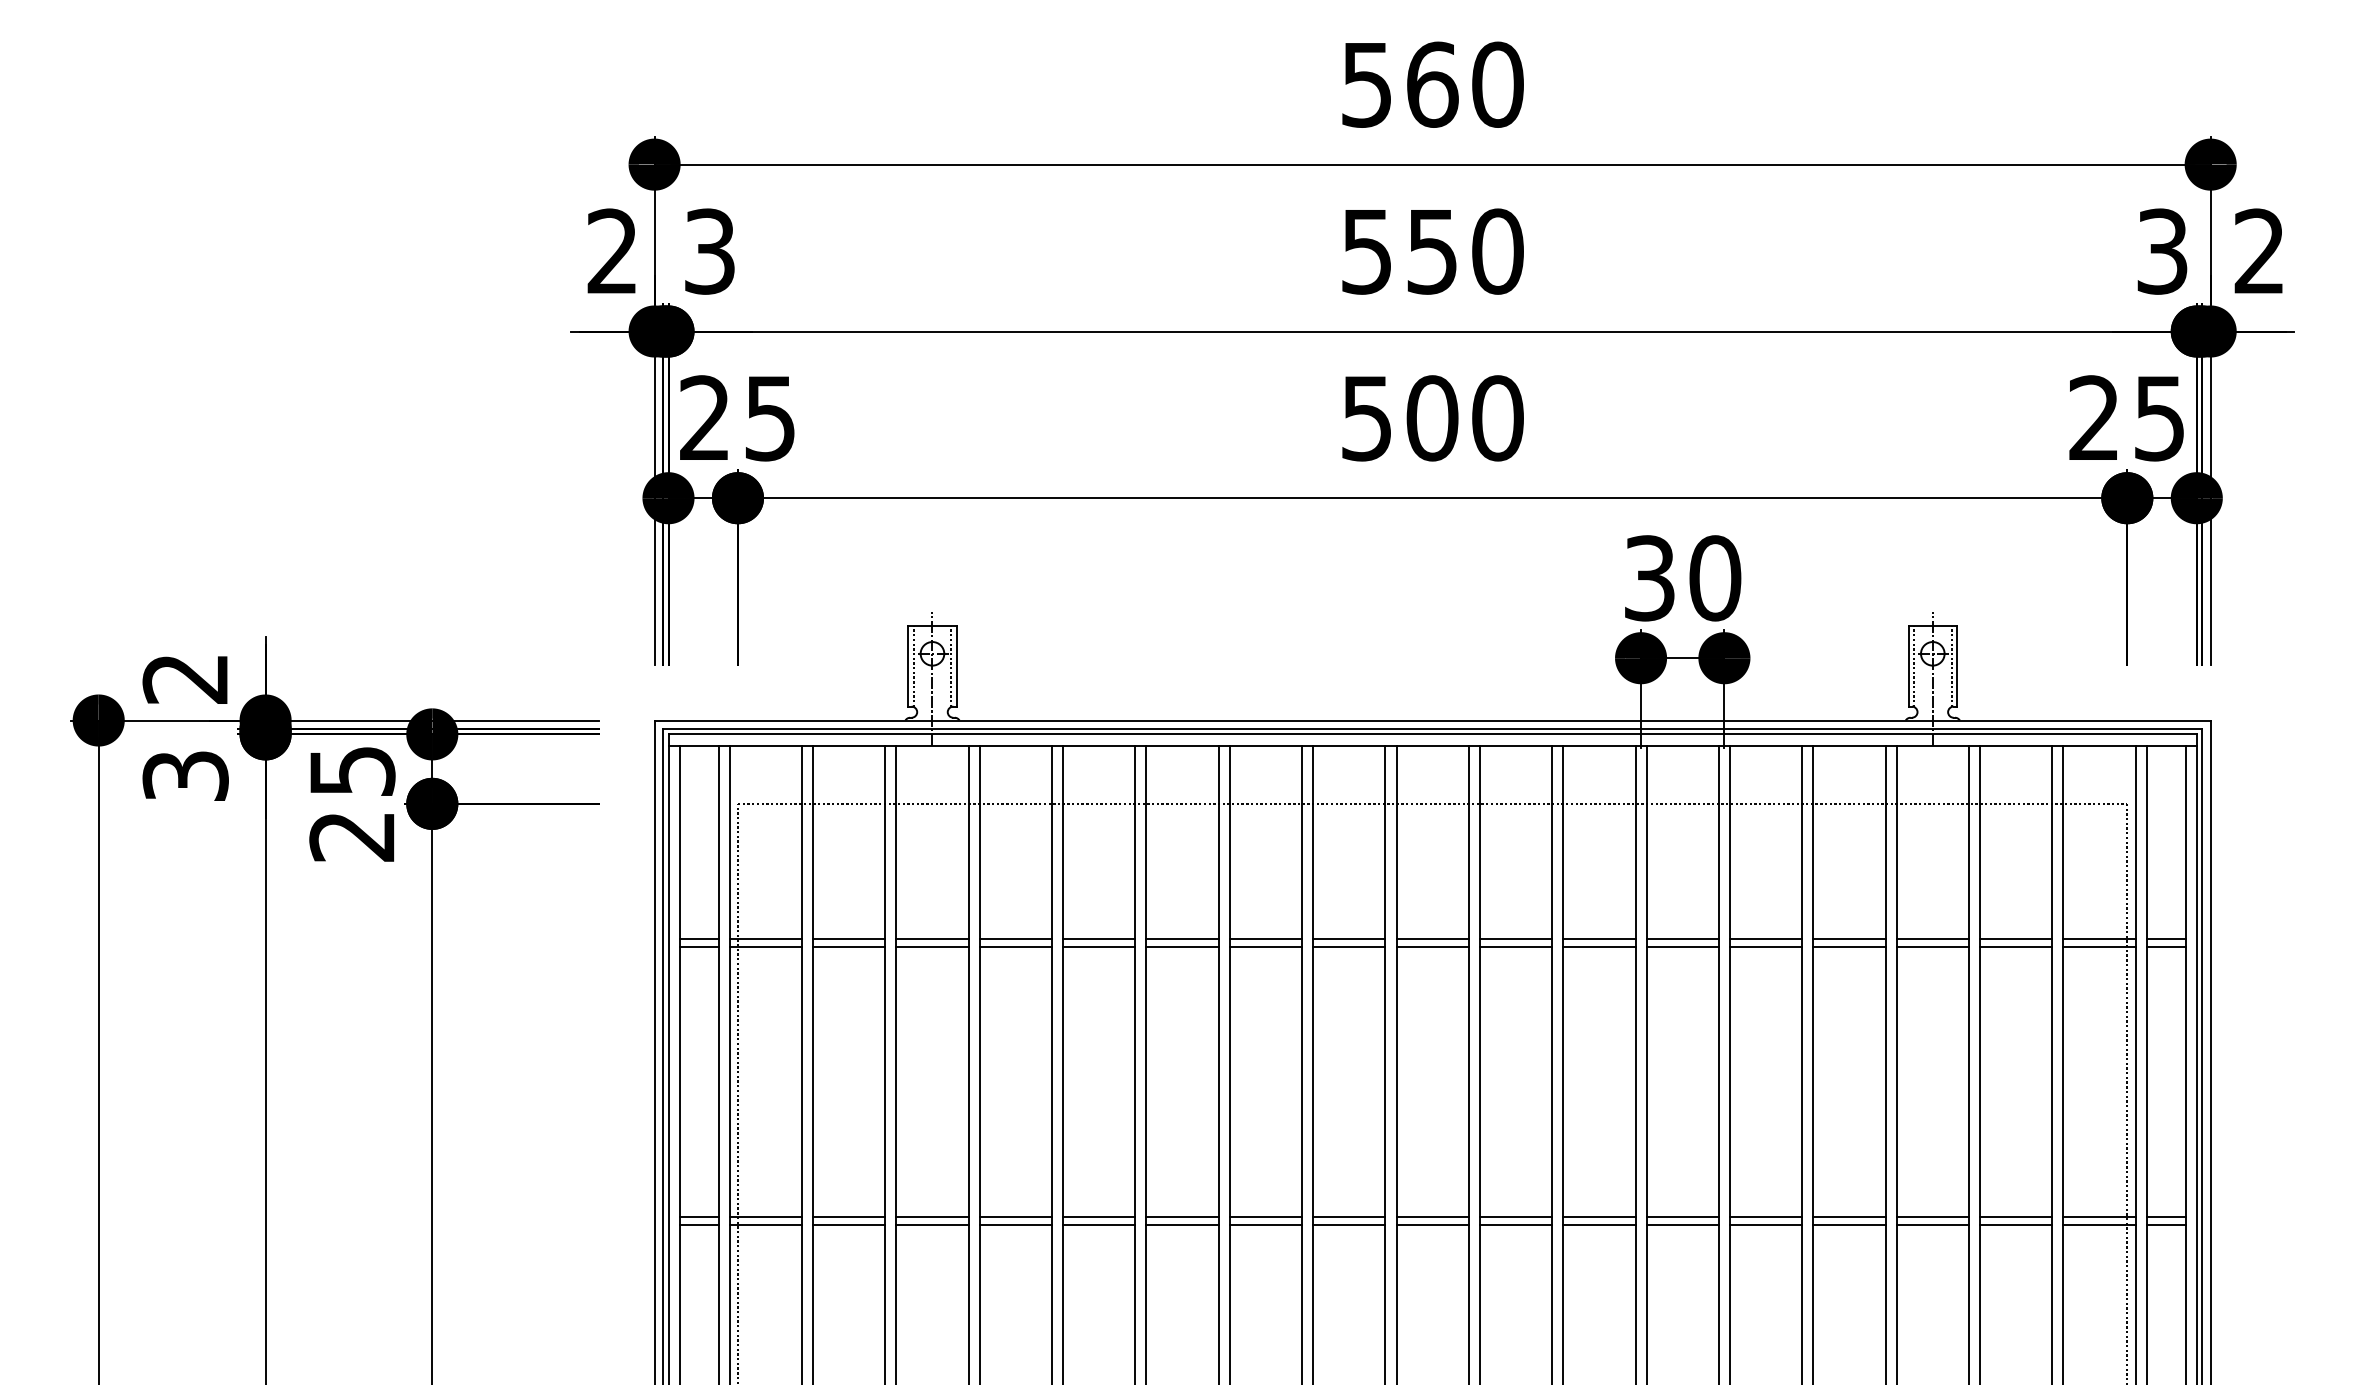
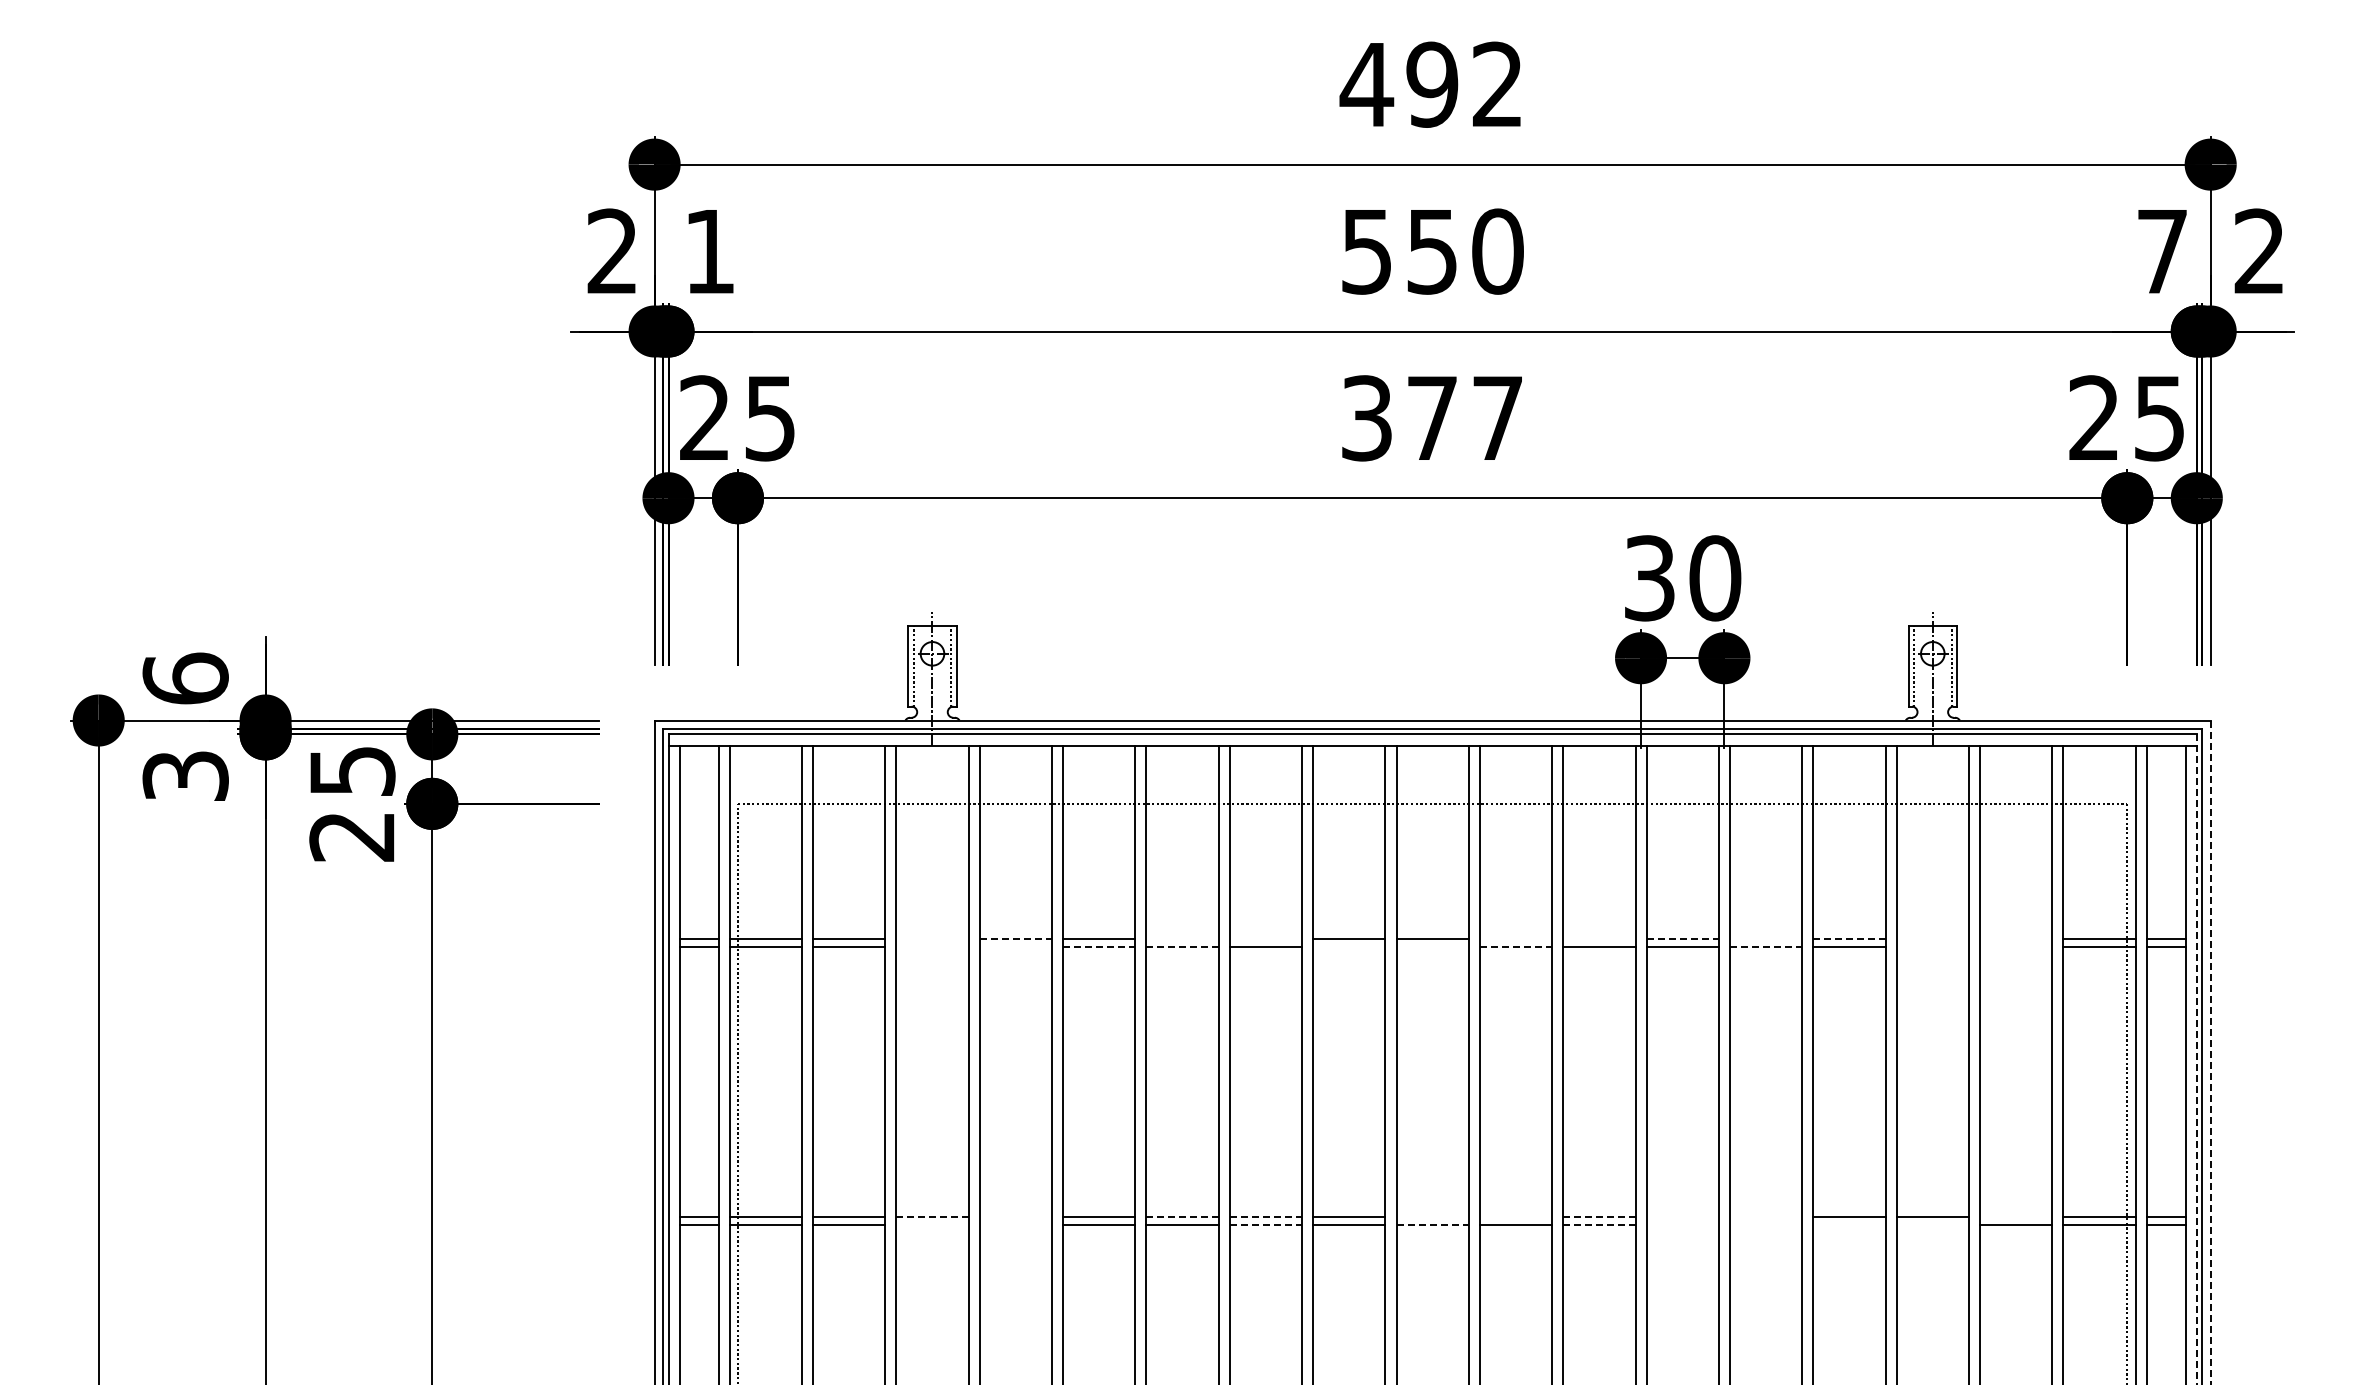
text at (1431, 84): 560 -> 492
text at (709, 251): 3 -> 1
text at (2162, 251): 3 -> 7
text at (1432, 418): 500 -> 377
text at (185, 678): 2 -> 6
line at (932, 938): present -> none
line at (1016, 938): solid -> dashed
line at (1182, 938): present -> none
line at (1265, 938): present -> none
line at (1515, 938): present -> none
line at (1599, 938): present -> none
line at (1683, 938): solid -> dashed
line at (1765, 938): present -> none
line at (1849, 938): solid -> dashed
line at (1932, 938): present -> none
line at (2016, 938): present -> none
line at (932, 946): present -> none
line at (1015, 946): present -> none
line at (1099, 946): solid -> dashed
line at (1183, 946): solid -> dashed
line at (1349, 946): present -> none
line at (1432, 946): present -> none
line at (1516, 946): solid -> dashed
line at (1766, 946): solid -> dashed
line at (1932, 946): present -> none
line at (2016, 946): present -> none
line at (2210, 1052): solid -> dashed
line at (2196, 1059): solid -> dashed
line at (932, 1216): solid -> dashed
line at (1015, 1216): present -> none
line at (1183, 1216): solid -> dashed
line at (1266, 1216): solid -> dashed
line at (1432, 1216): present -> none
line at (1515, 1216): present -> none
line at (1599, 1216): solid -> dashed
line at (1682, 1216): present -> none
line at (1765, 1216): present -> none
line at (2016, 1216): present -> none
line at (932, 1224): present -> none
line at (1015, 1224): present -> none
line at (1266, 1224): solid -> dashed
line at (1433, 1224): solid -> dashed
line at (1599, 1224): solid -> dashed
line at (1682, 1224): present -> none
line at (1765, 1224): present -> none
line at (1849, 1224): present -> none
line at (1932, 1224): present -> none
